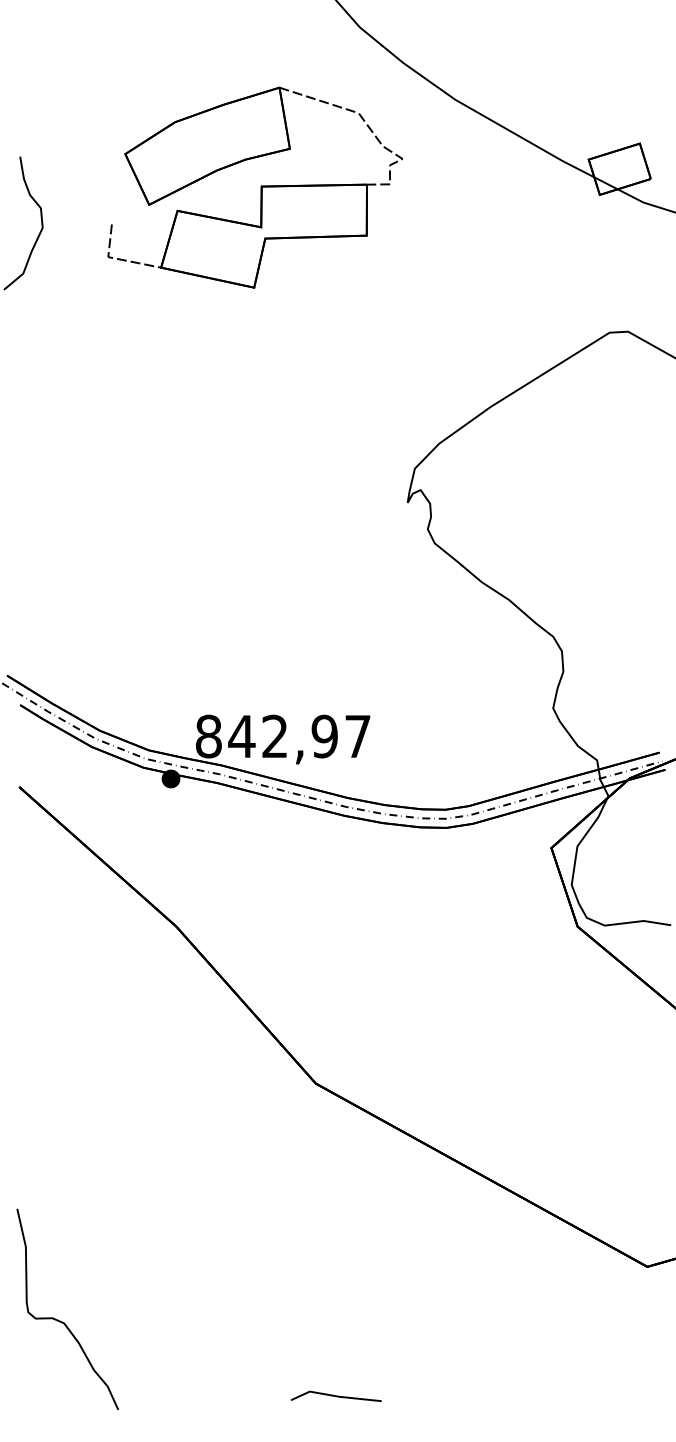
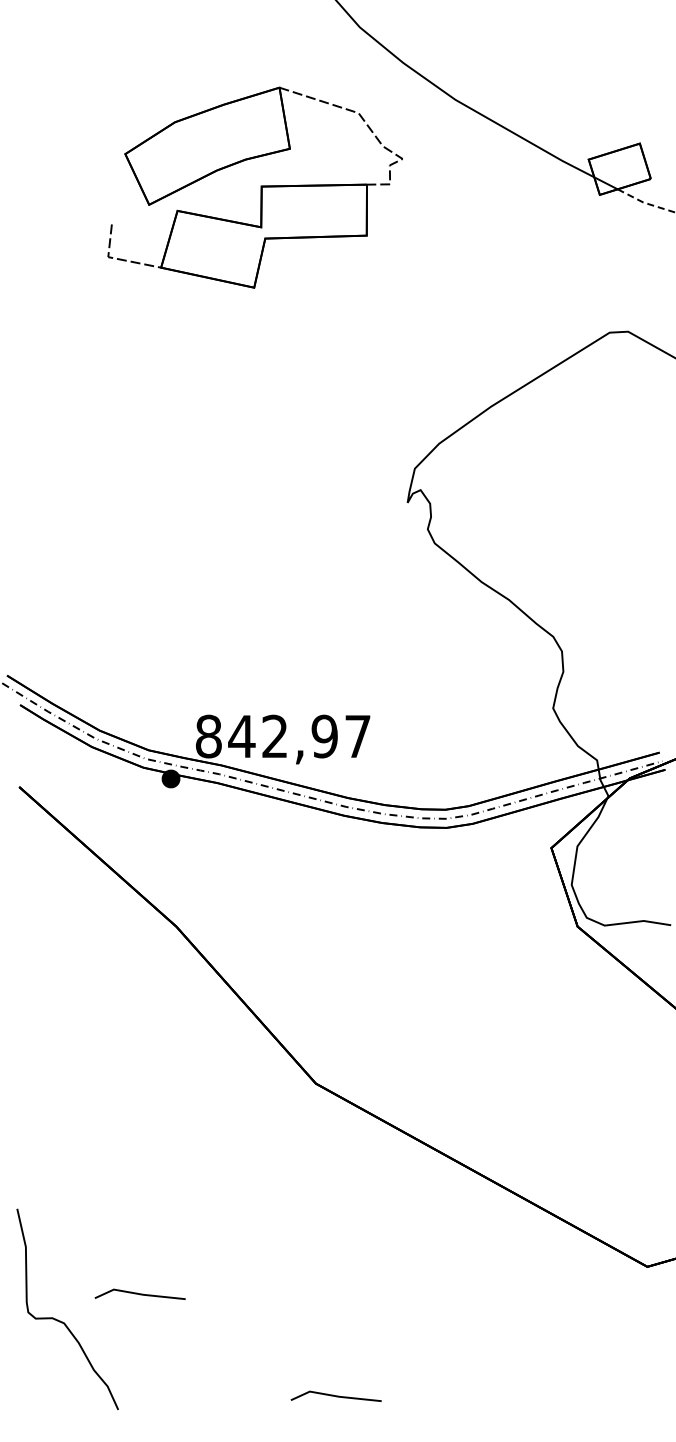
line at (645, 203): solid -> dashed
curve at (41, 223): present -> none
line at (139, 1293): none -> present
